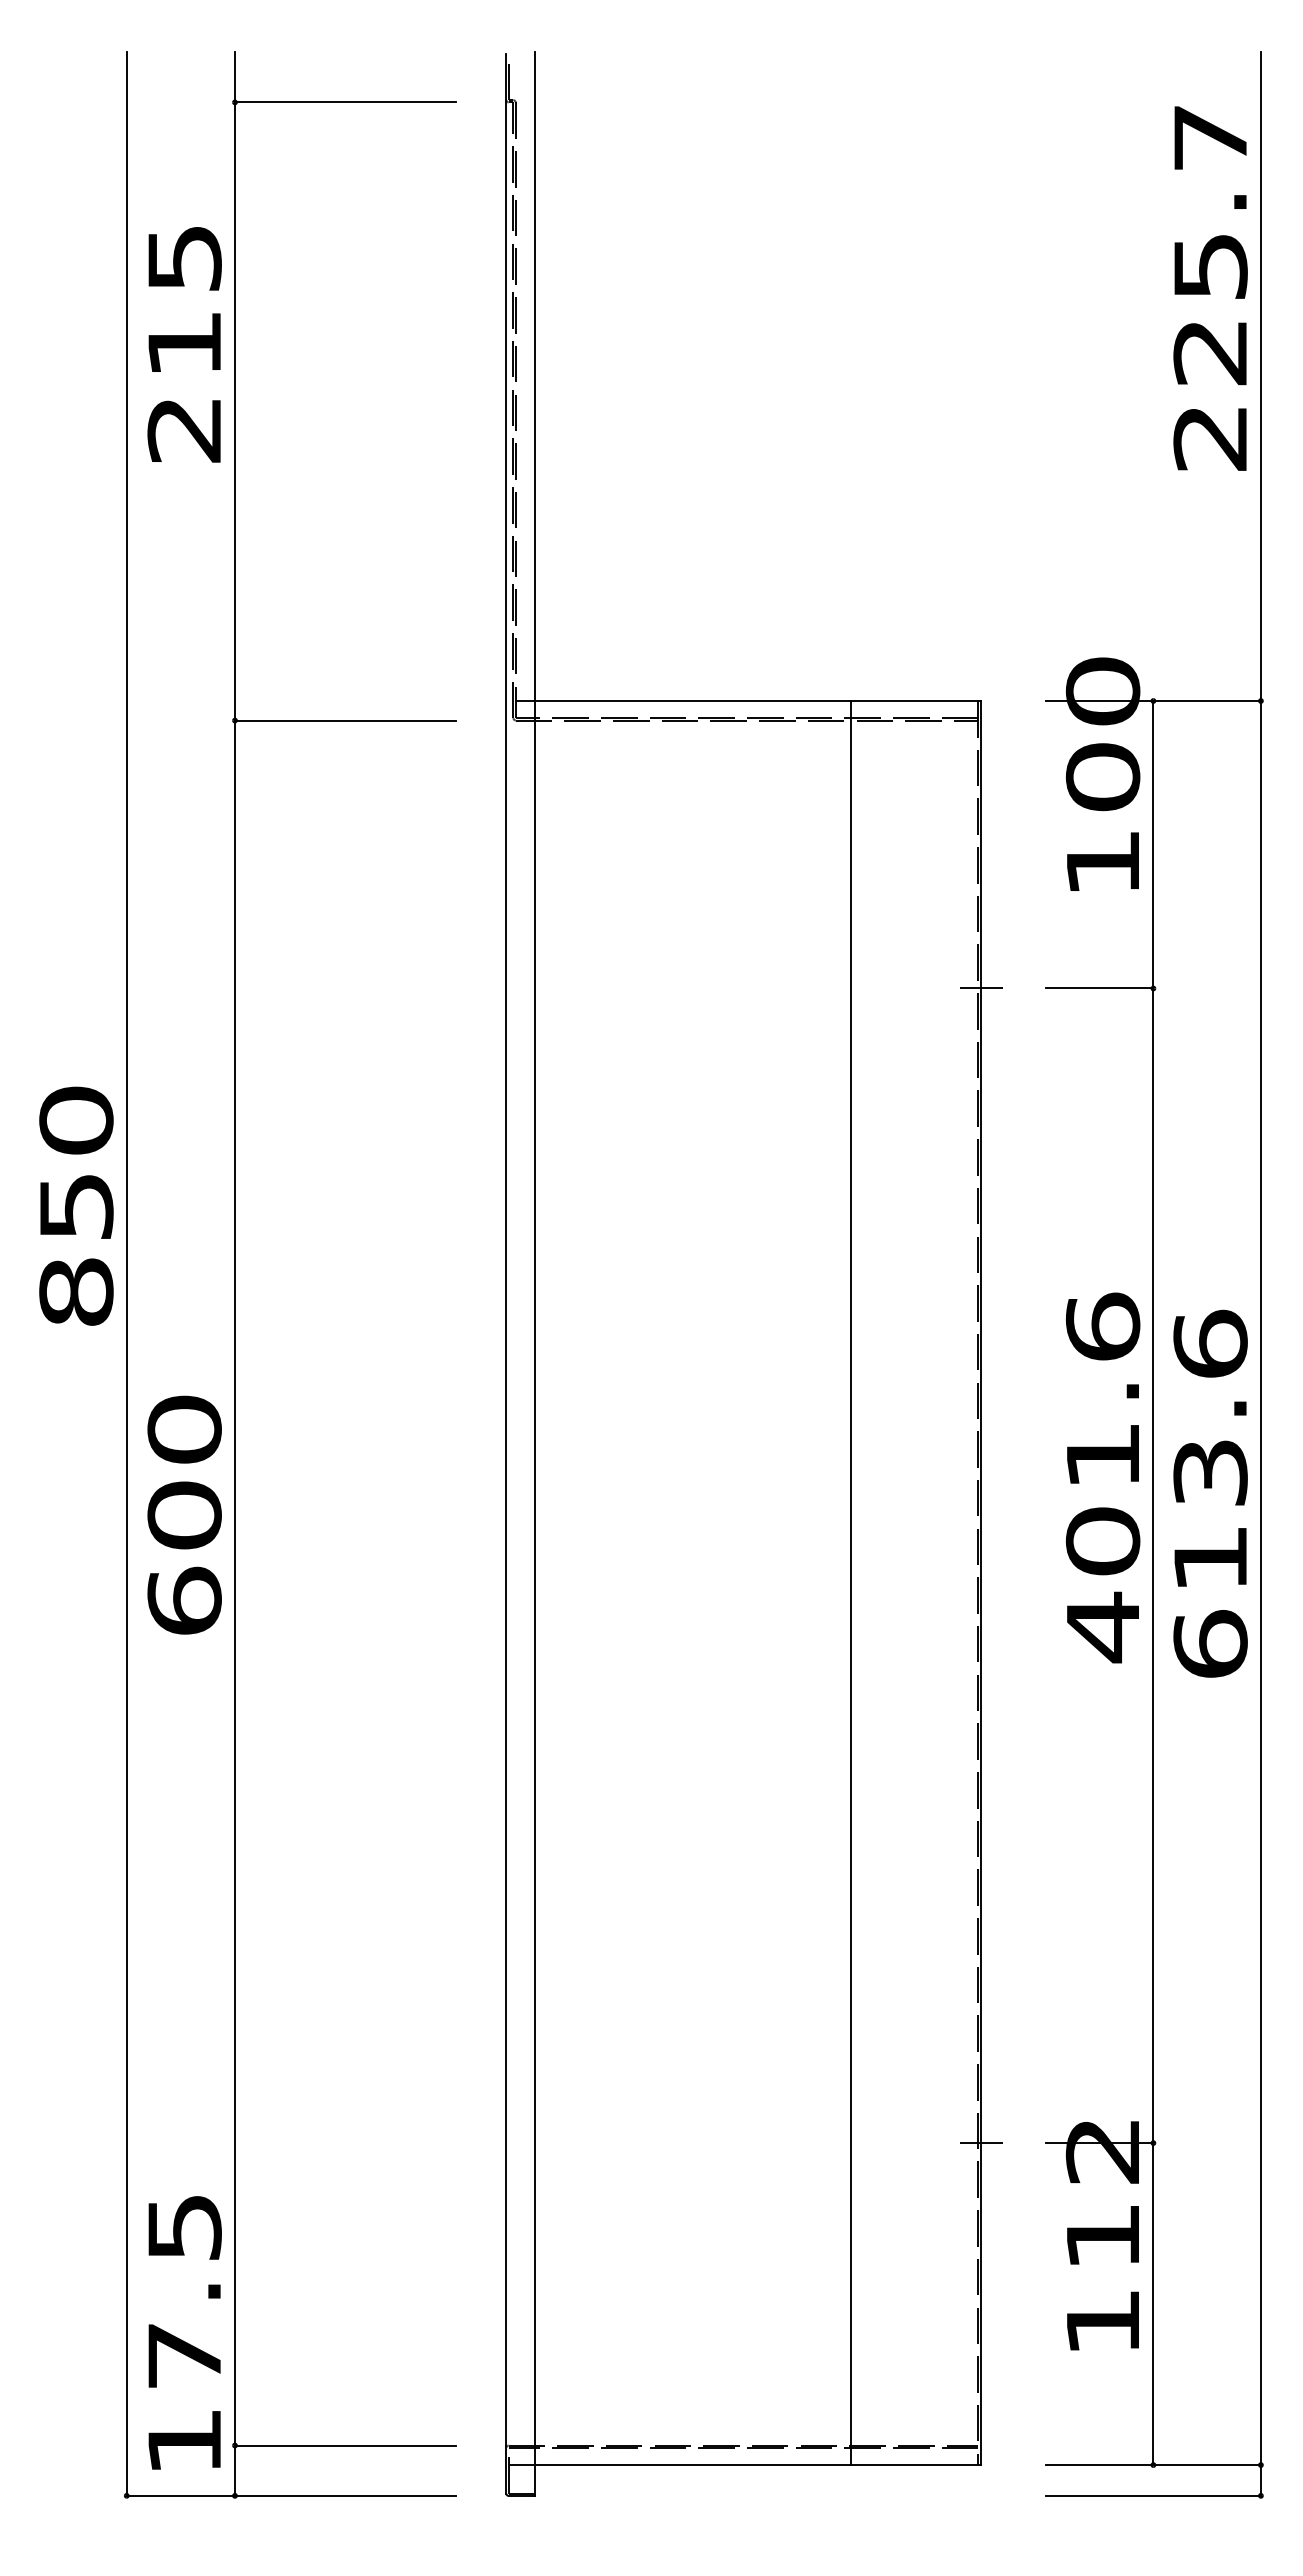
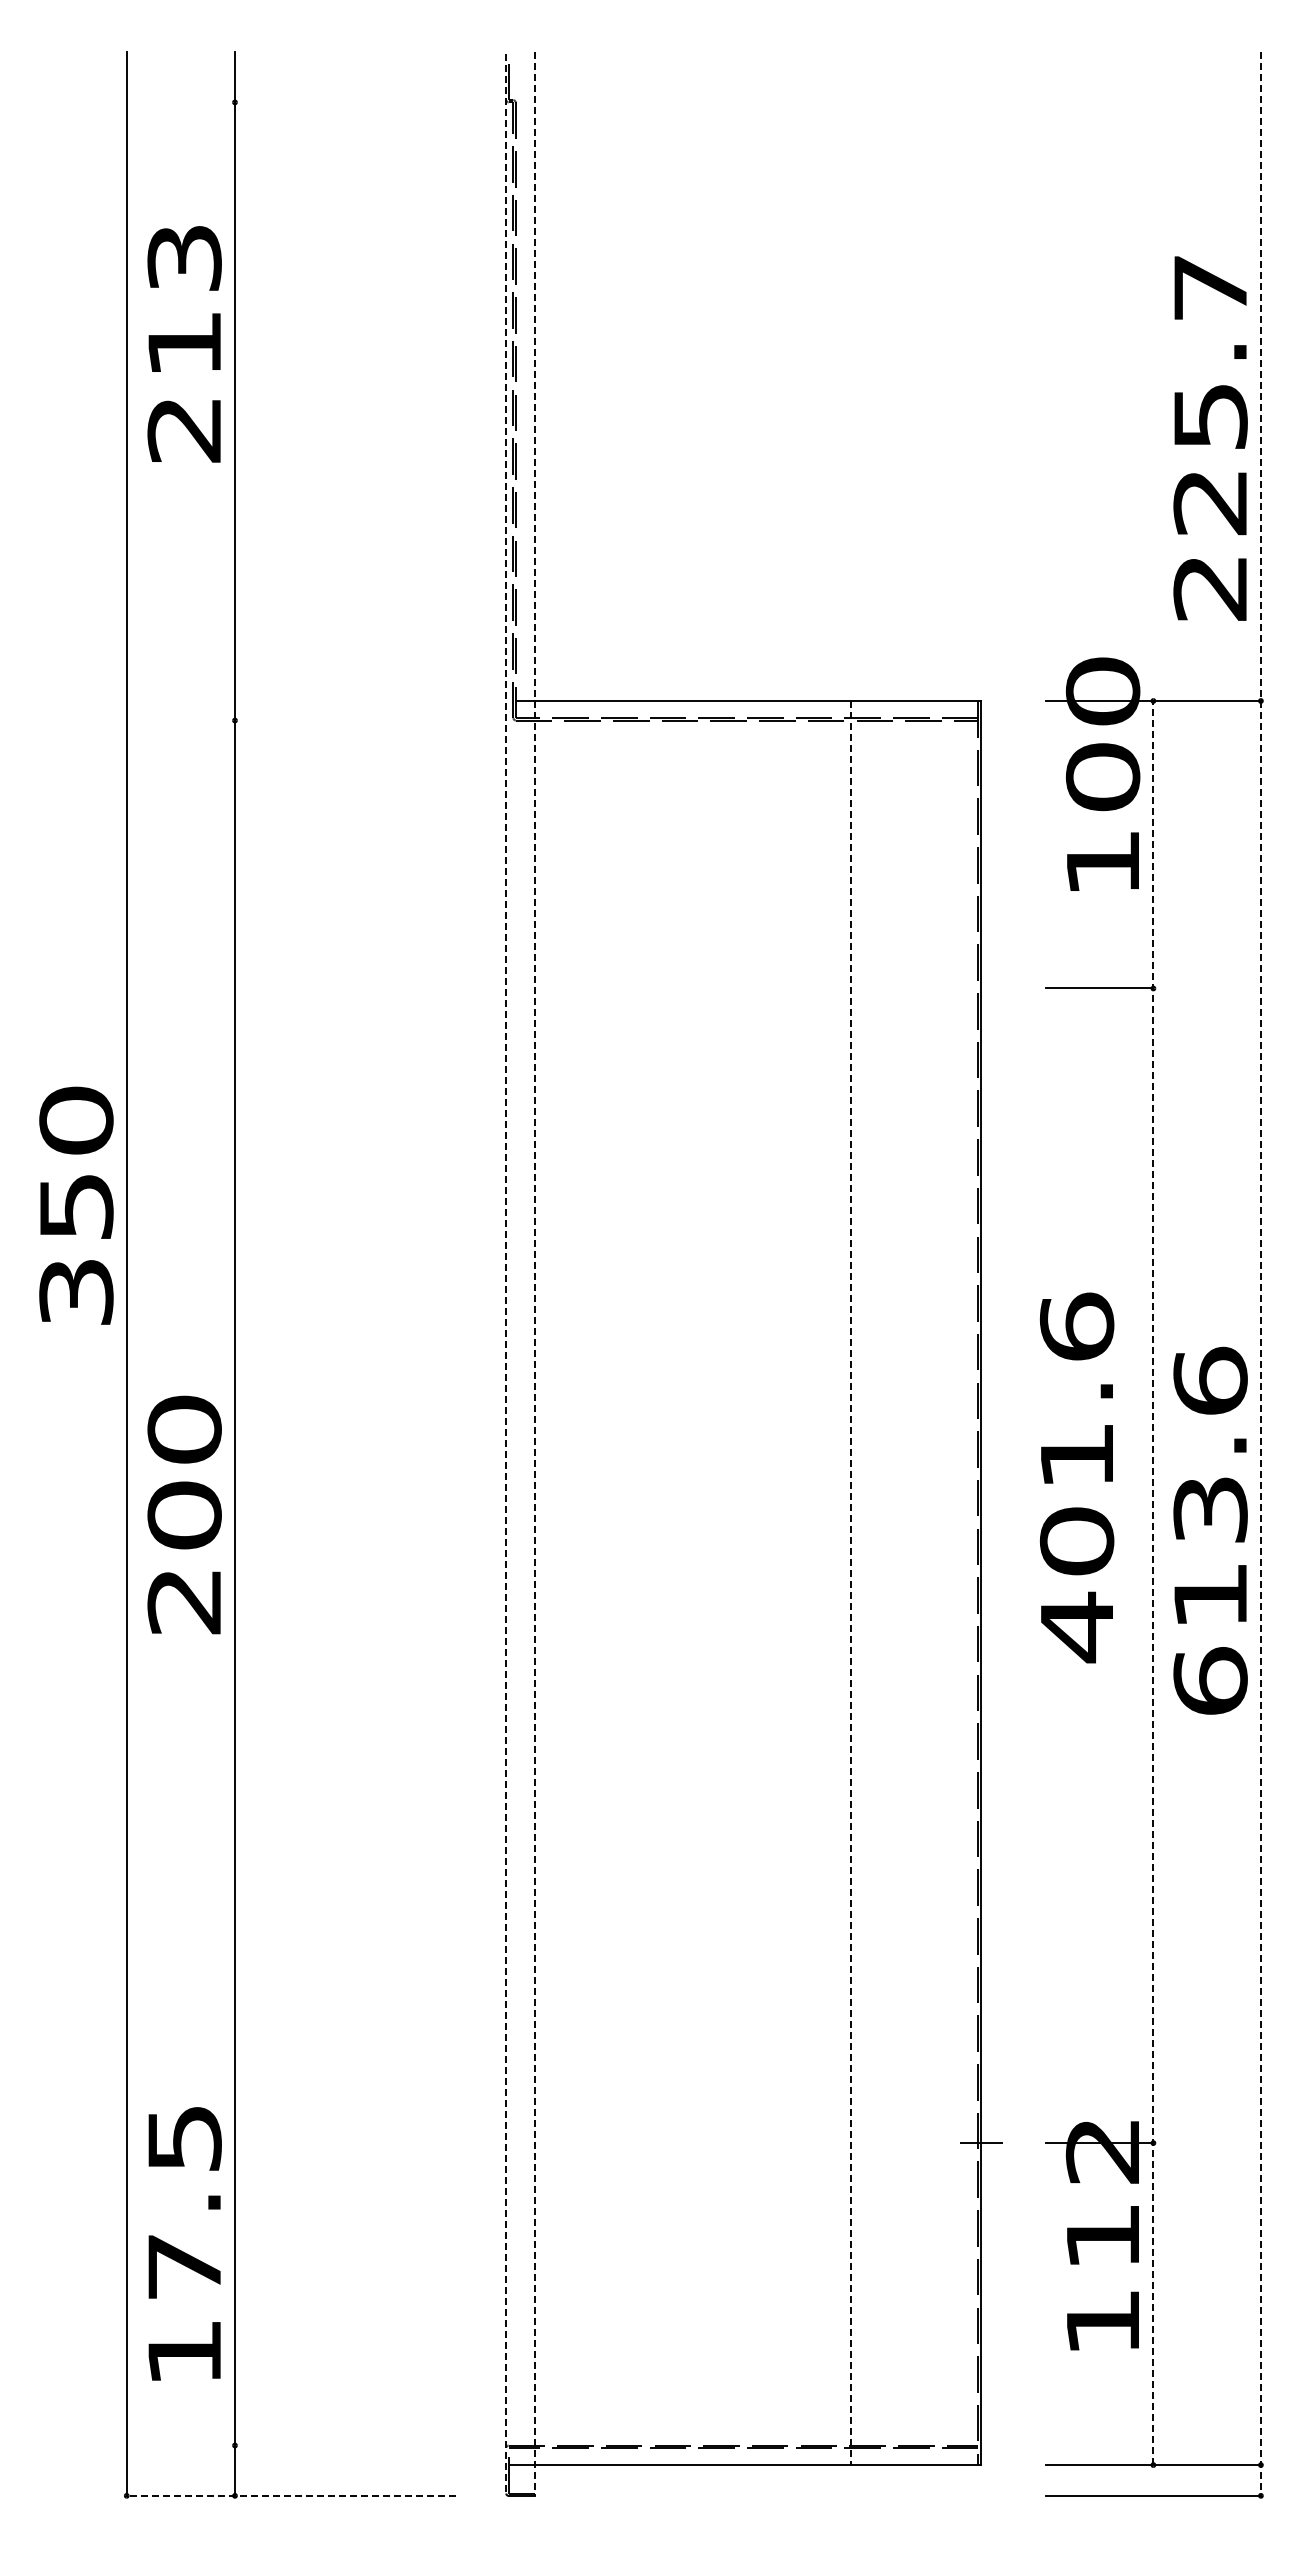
line at (345, 102): present -> none
text at (184, 258): 215 -> 213
text at (1210, 288) position: (1210, 288) -> (1210, 438)
line at (345, 720): present -> none
line at (981, 988): present -> none
line at (506, 1273): solid -> dashed
line at (534, 1273): solid -> dashed
line at (1260, 1273): solid -> dashed
text at (76, 1291): 850 -> 350
text at (1102, 1477) position: (1102, 1477) -> (1076, 1477)
text at (1210, 1493) position: (1210, 1493) -> (1210, 1530)
line at (1153, 1582): solid -> dashed
line at (851, 1583): solid -> dashed
text at (184, 1600): 600 -> 200
text at (184, 2332) position: (184, 2332) -> (184, 2243)
line at (345, 2445): present -> none
line at (291, 2495): solid -> dashed
